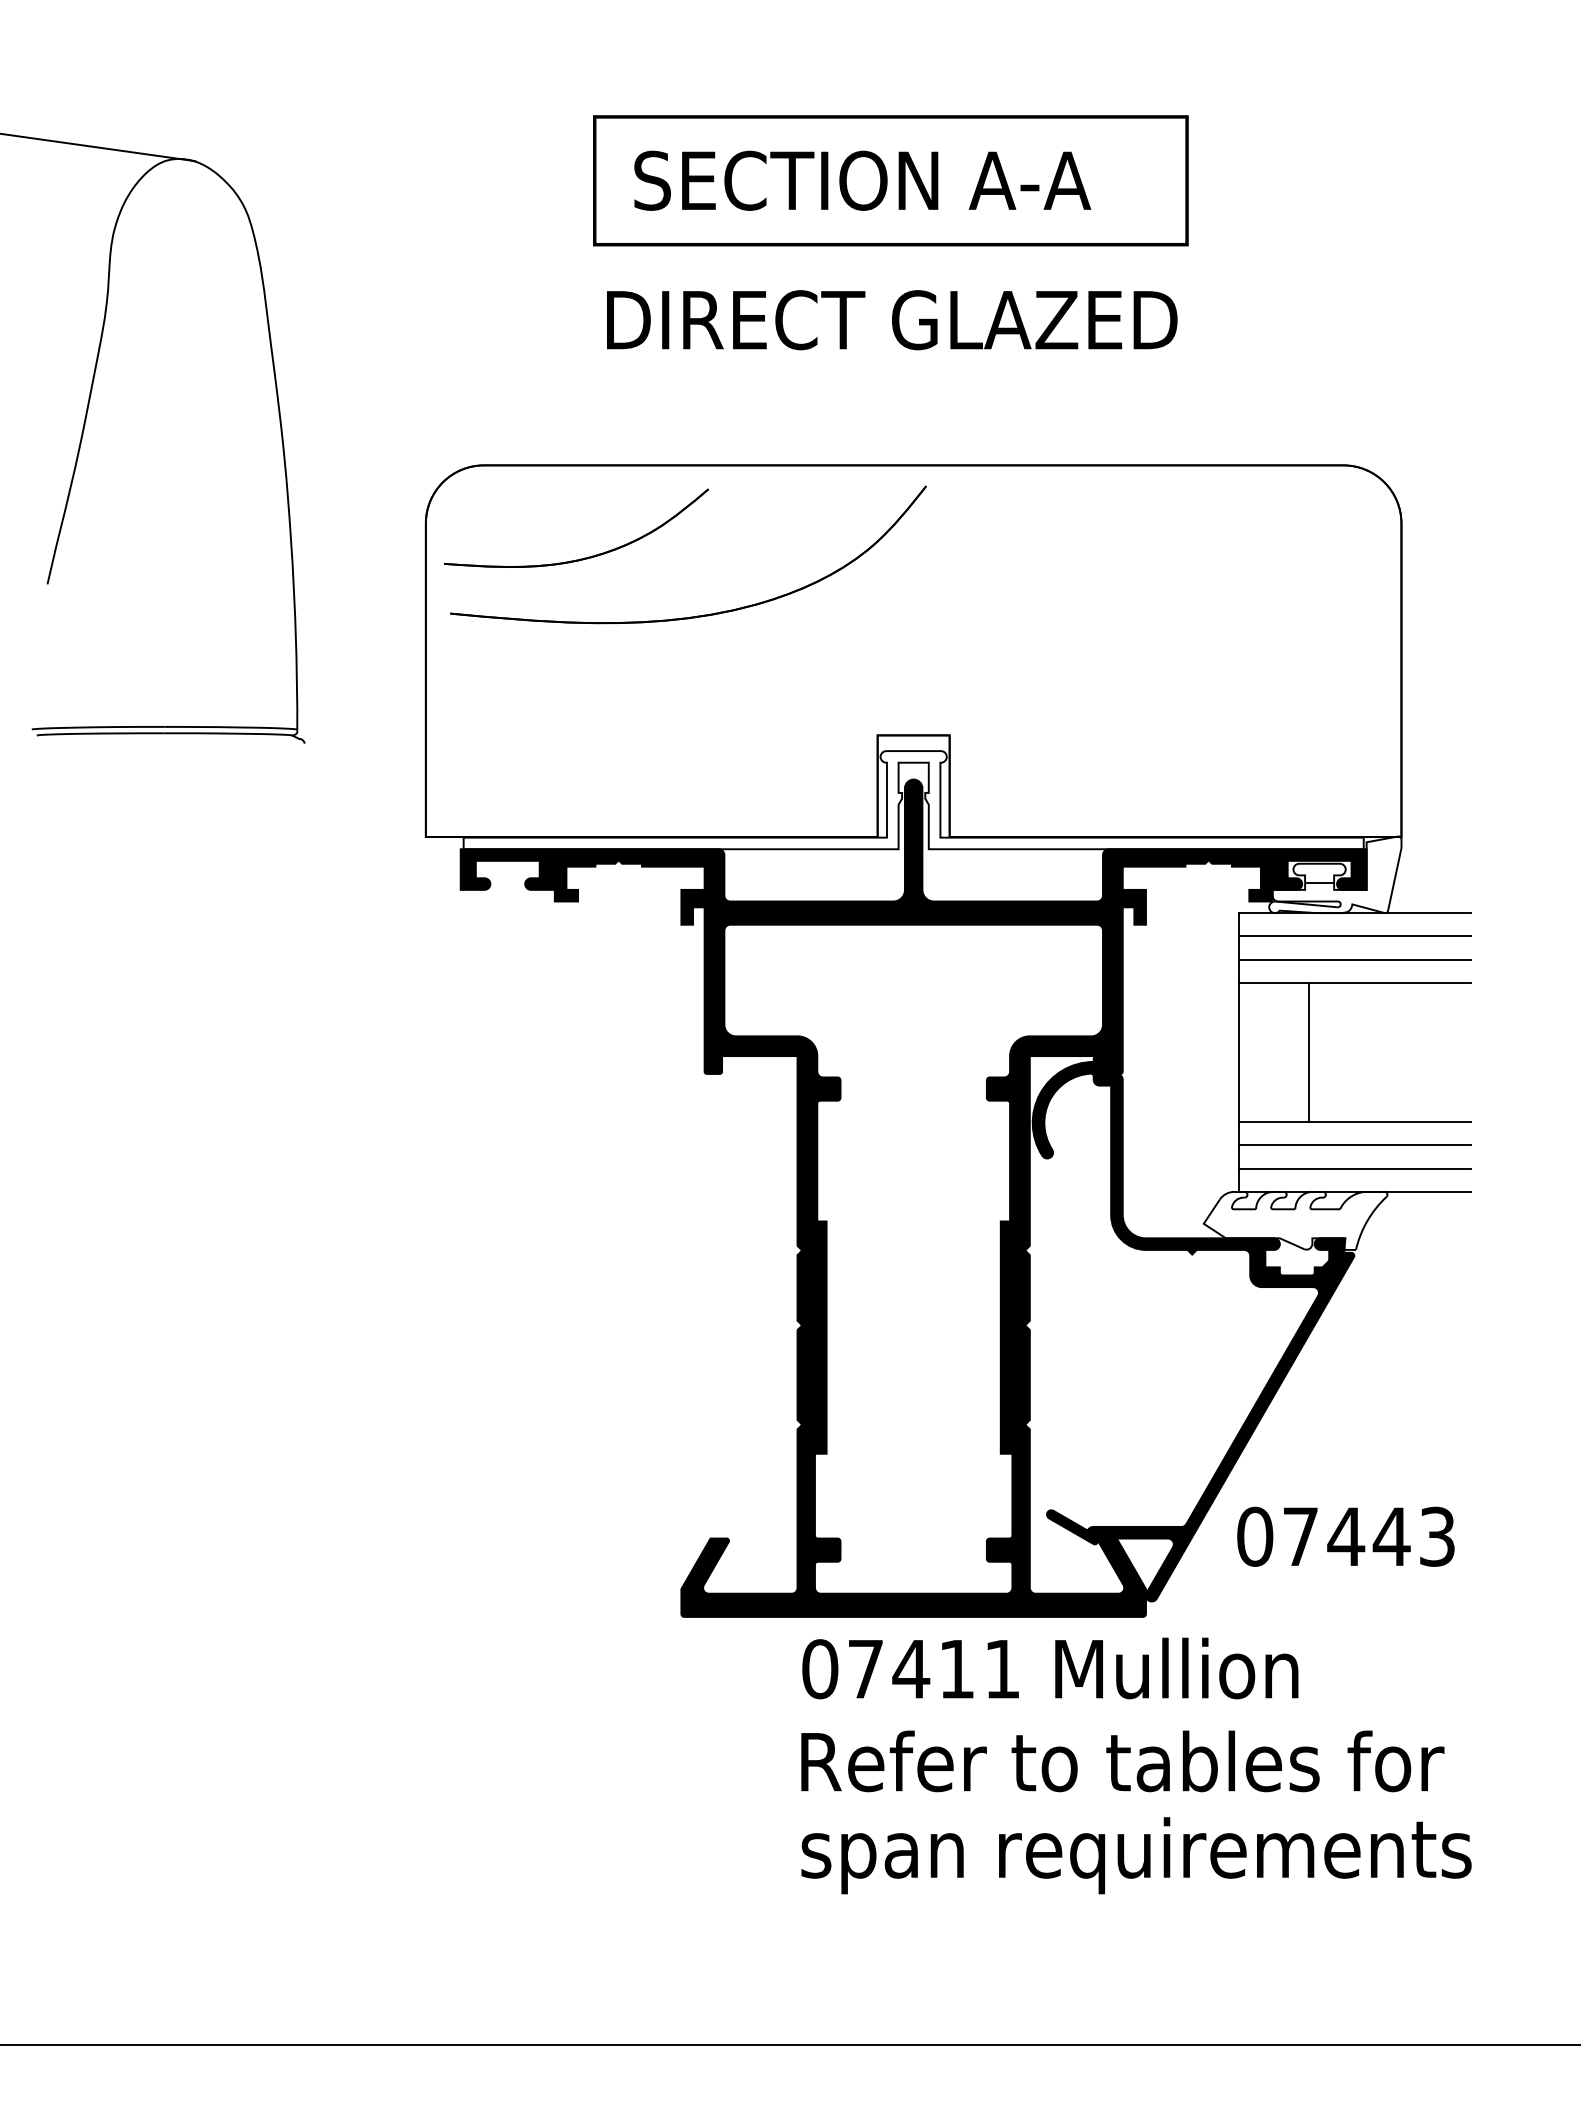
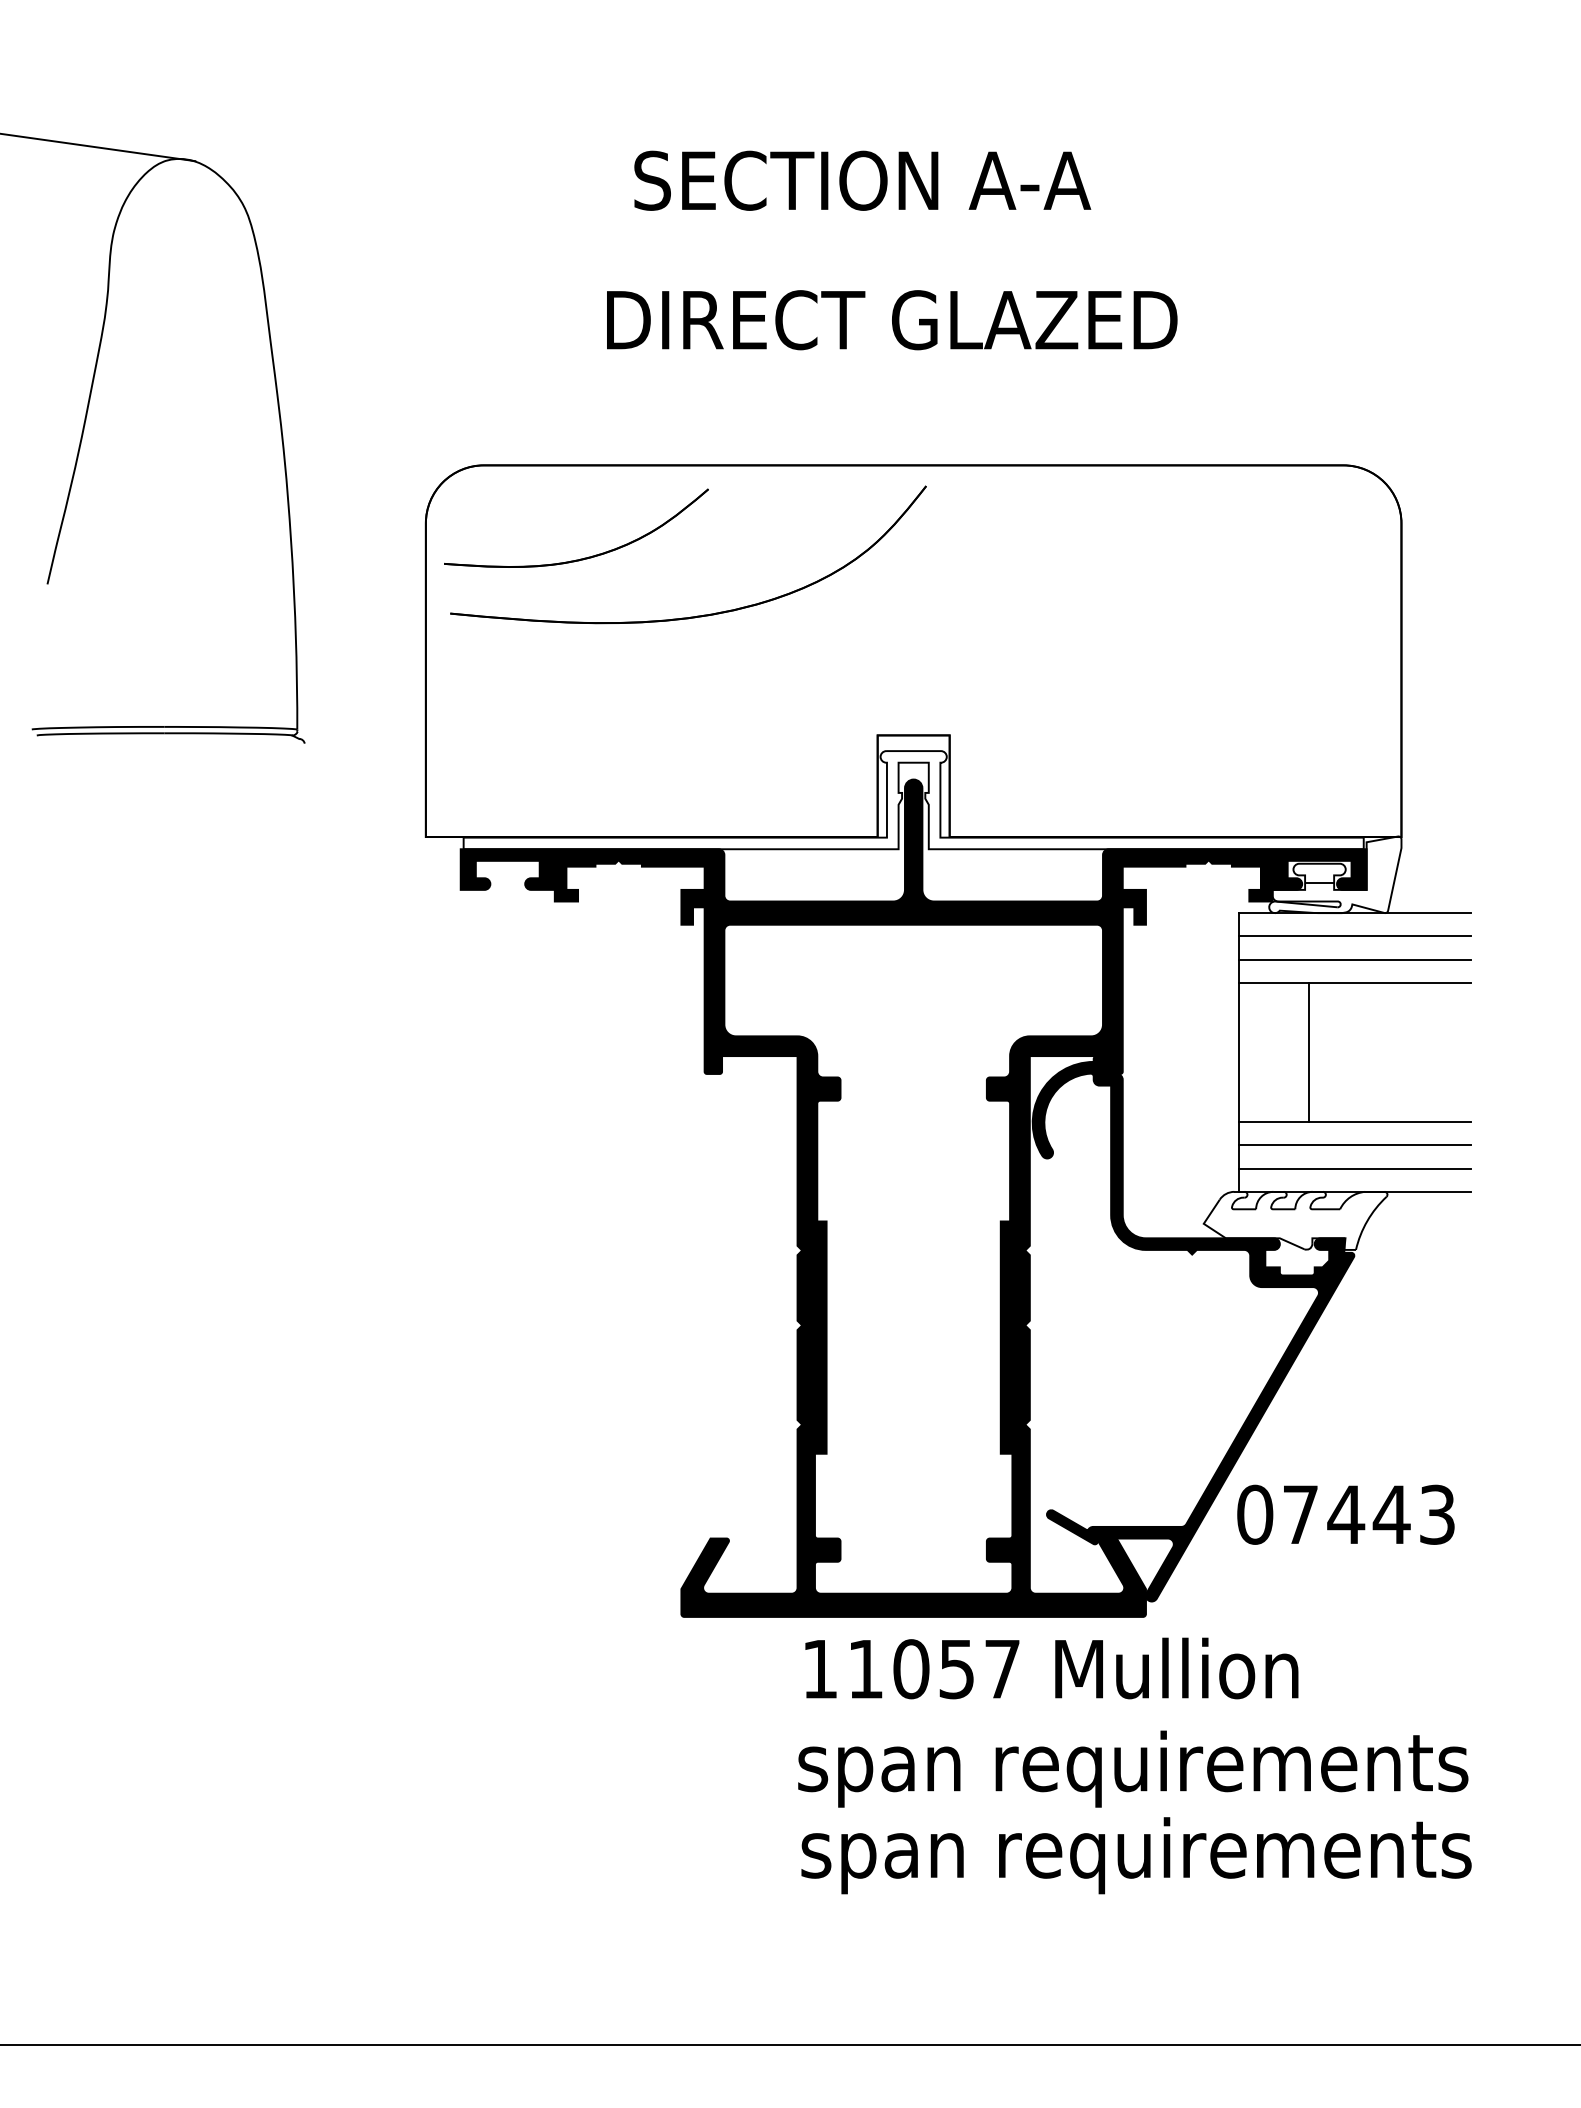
part at (890, 180): present -> none
text at (1345, 1536) position: (1345, 1536) -> (1345, 1514)
text at (910, 1669): 07411 -> 11057
text at (1133, 1768): Refer to tables for -> span requirements
